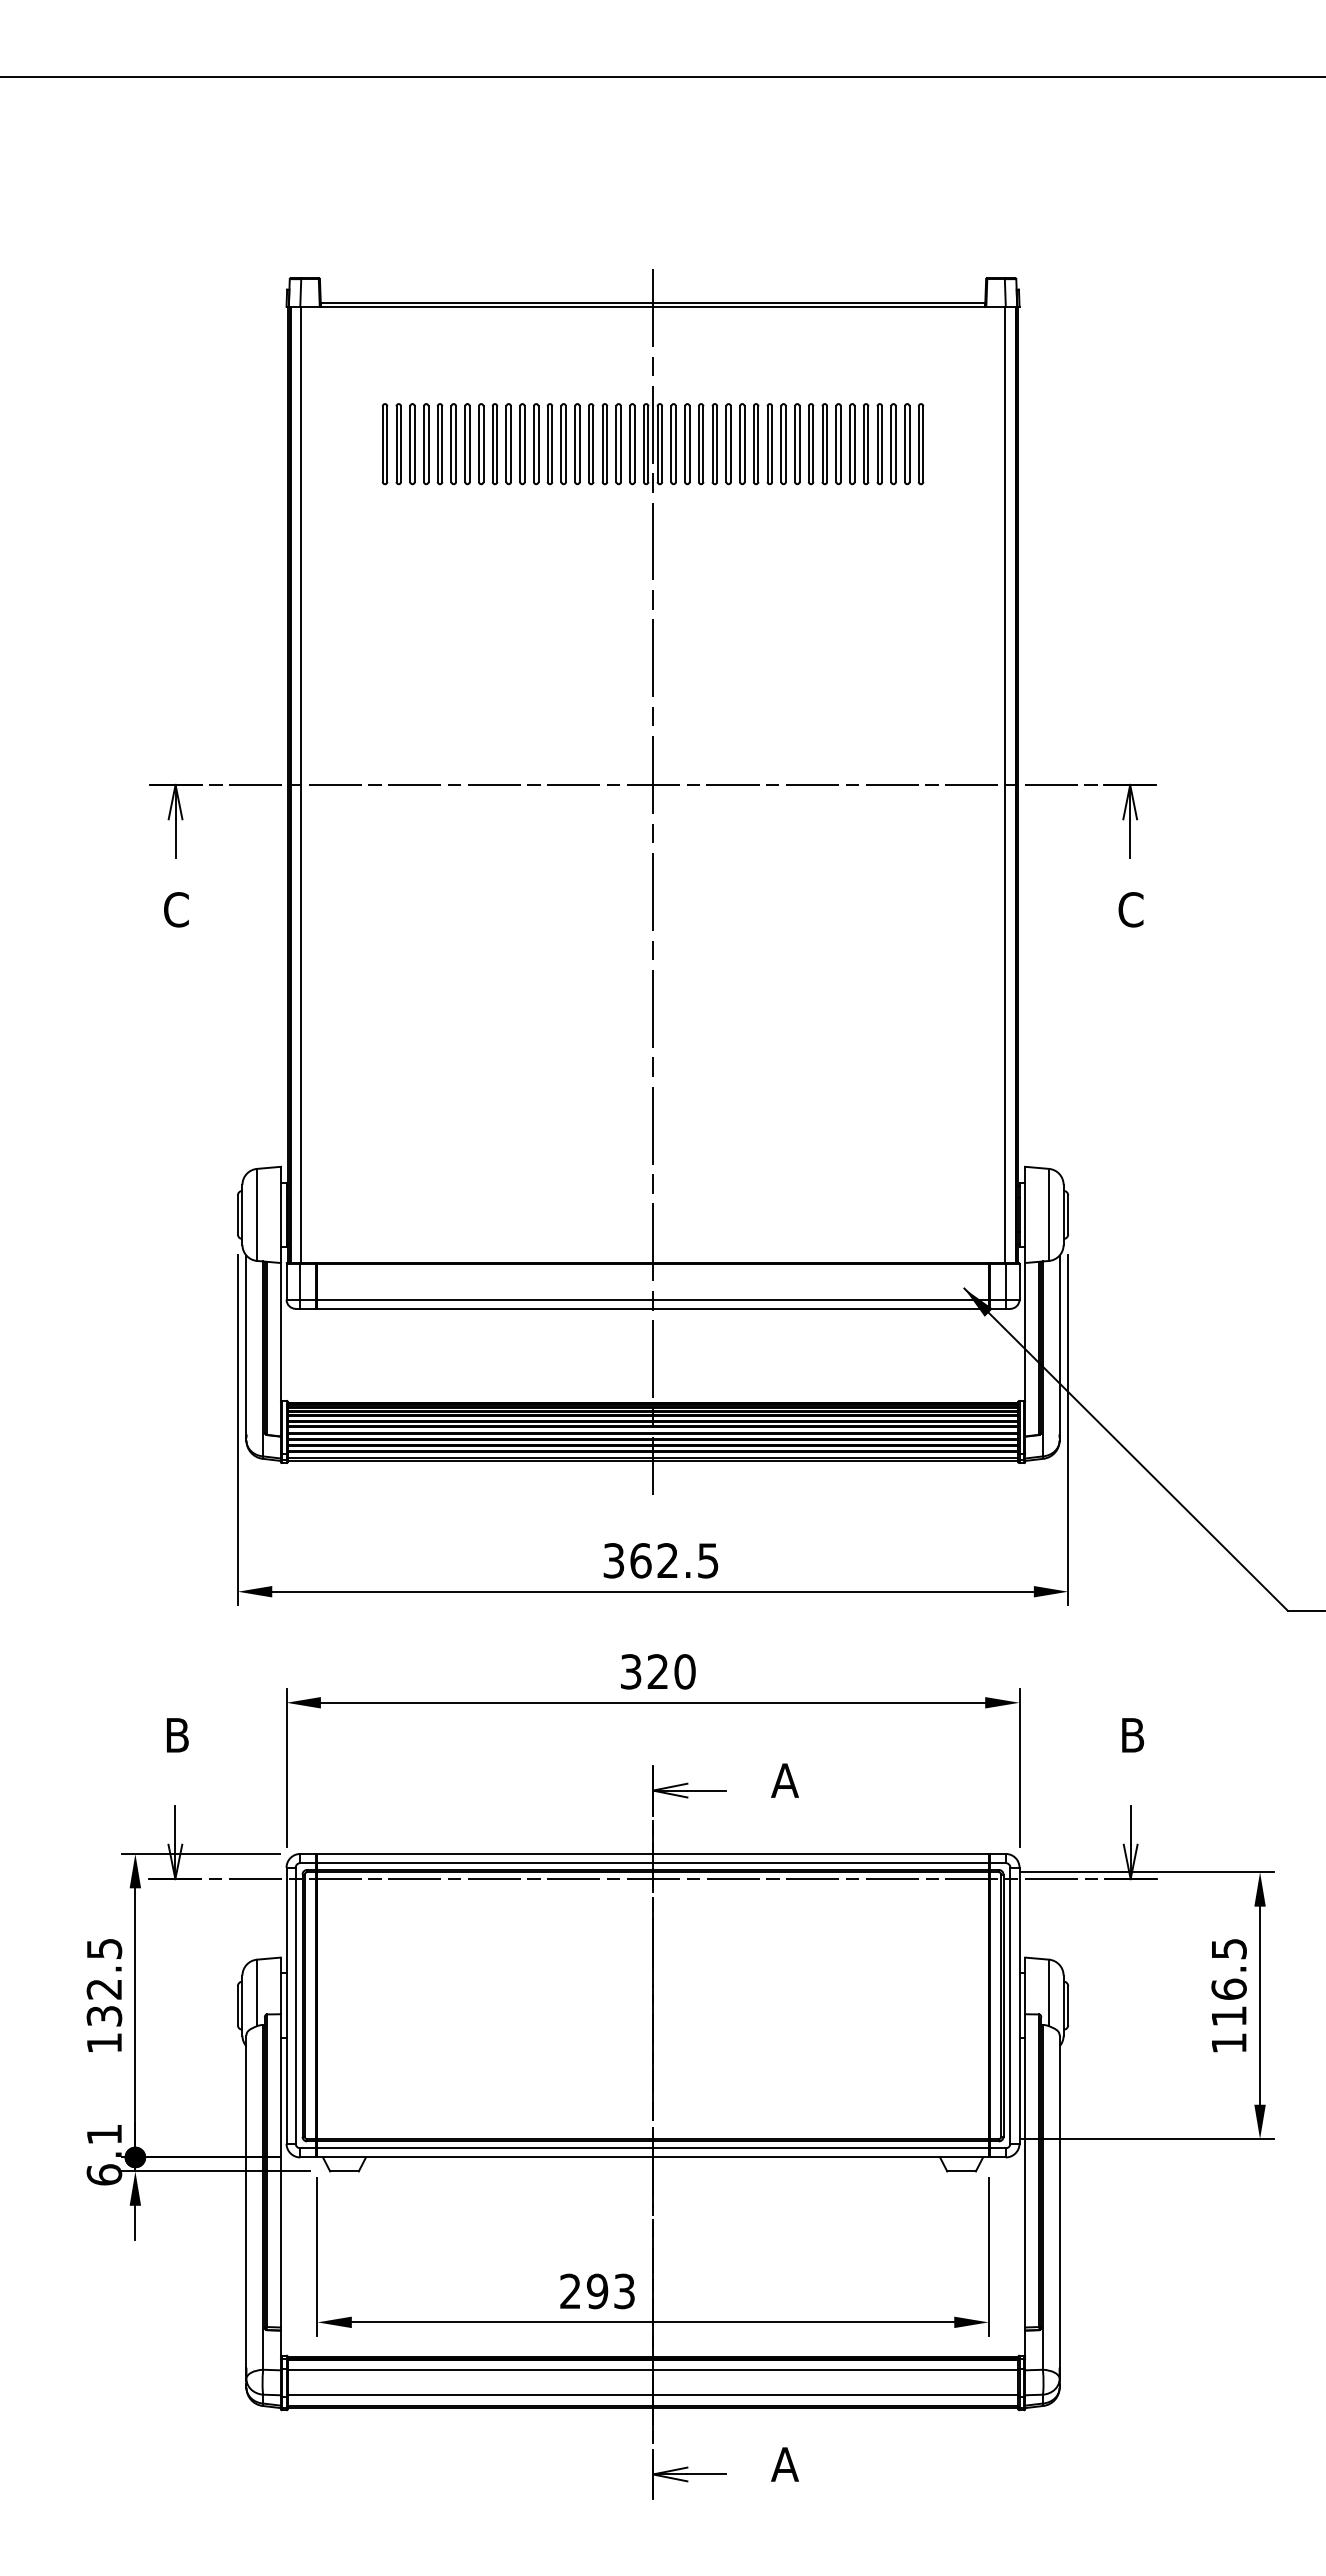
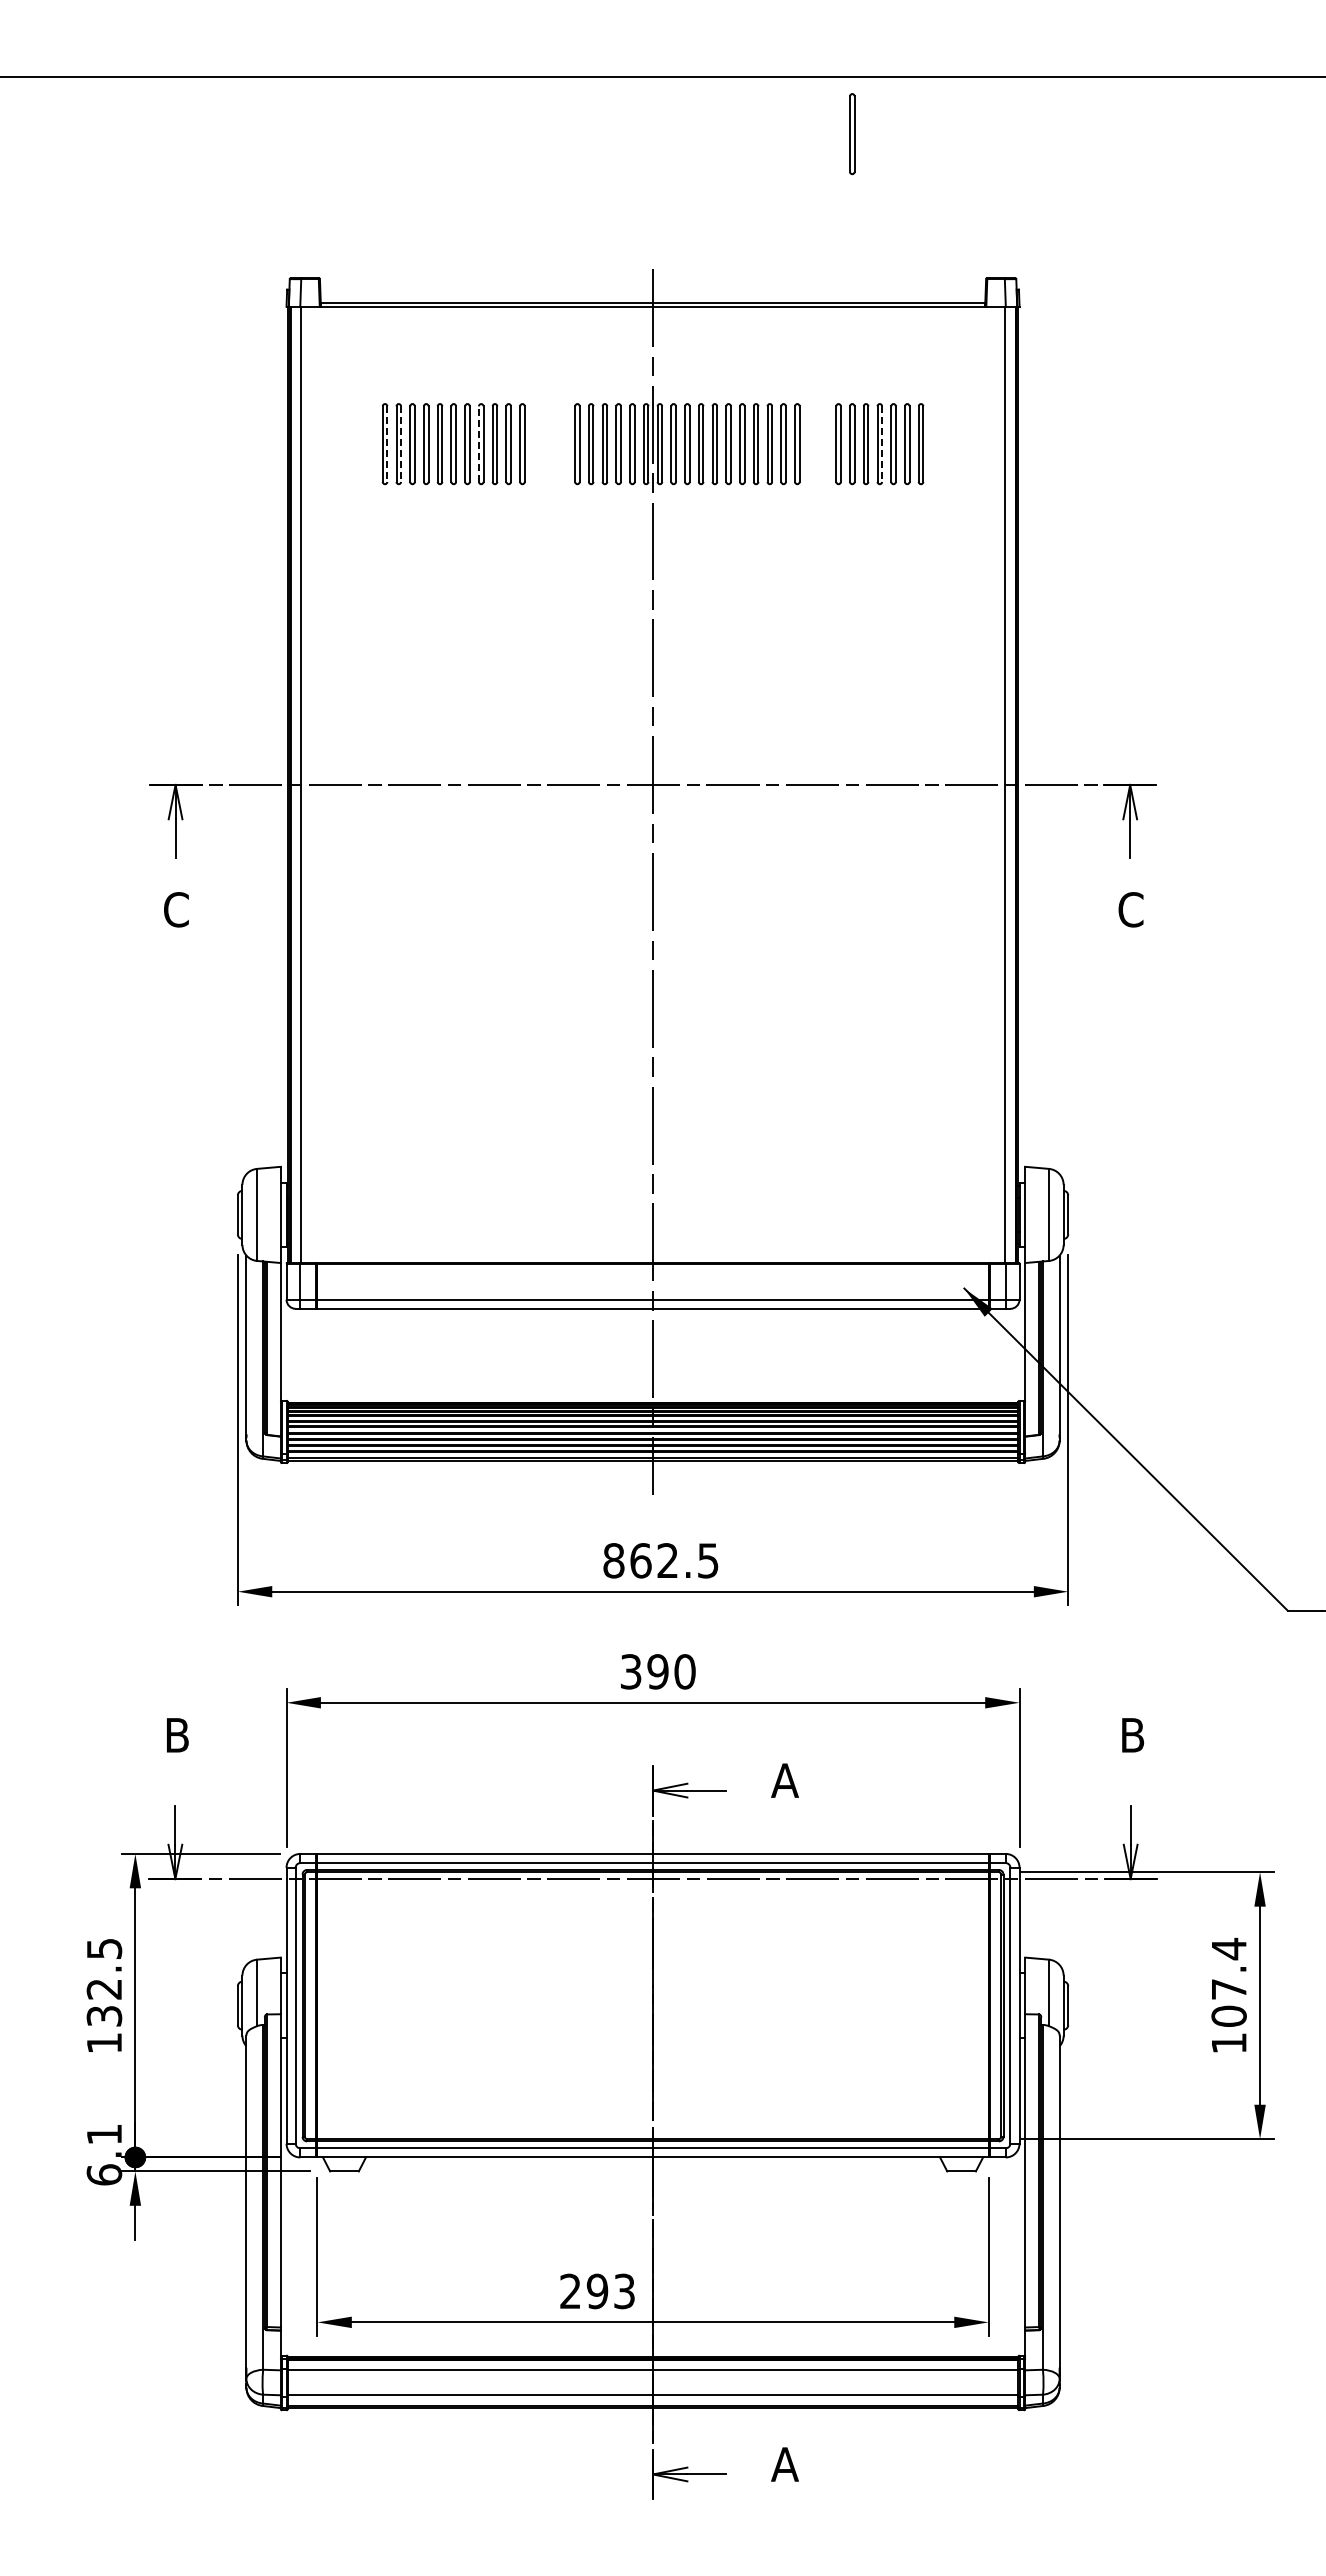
part at (852, 134): none -> present
line at (387, 444): solid -> dashed
line at (401, 444): solid -> dashed
line at (478, 444): solid -> dashed
part at (549, 444): present -> none
part at (817, 444): present -> none
line at (882, 444): solid -> dashed
text at (613, 1560): 362.5 -> 862.5
text at (657, 1671): 320 -> 390
text at (1228, 1981): 116.5 -> 107.4
